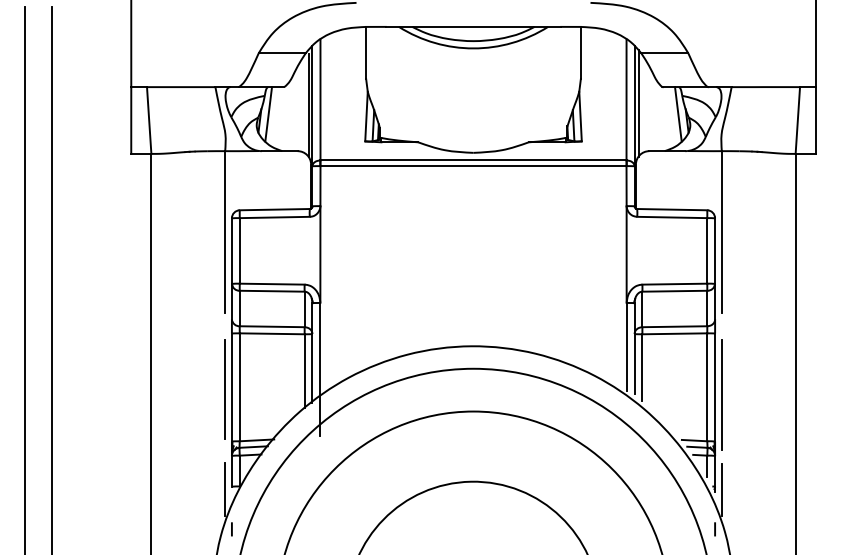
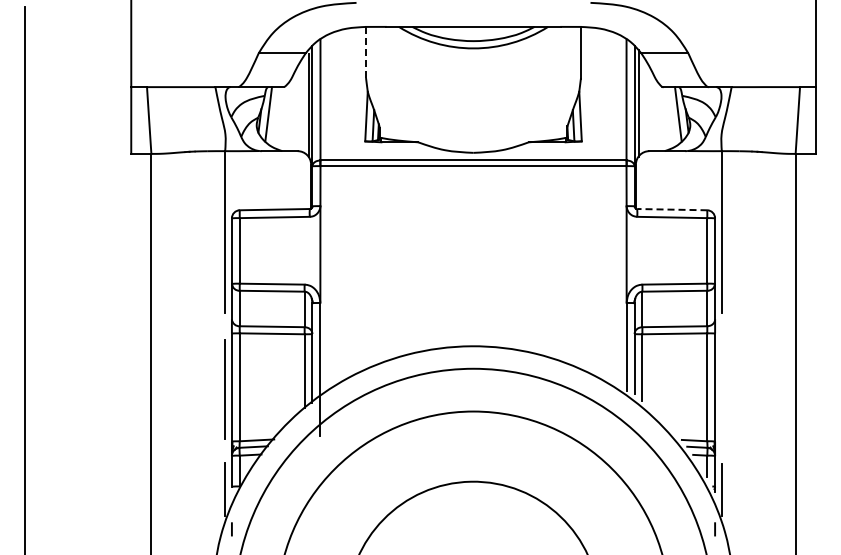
line at (366, 52): solid -> dashed
line at (671, 209): solid -> dashed
line at (52, 278): present -> none
line at (721, 394): present -> none
